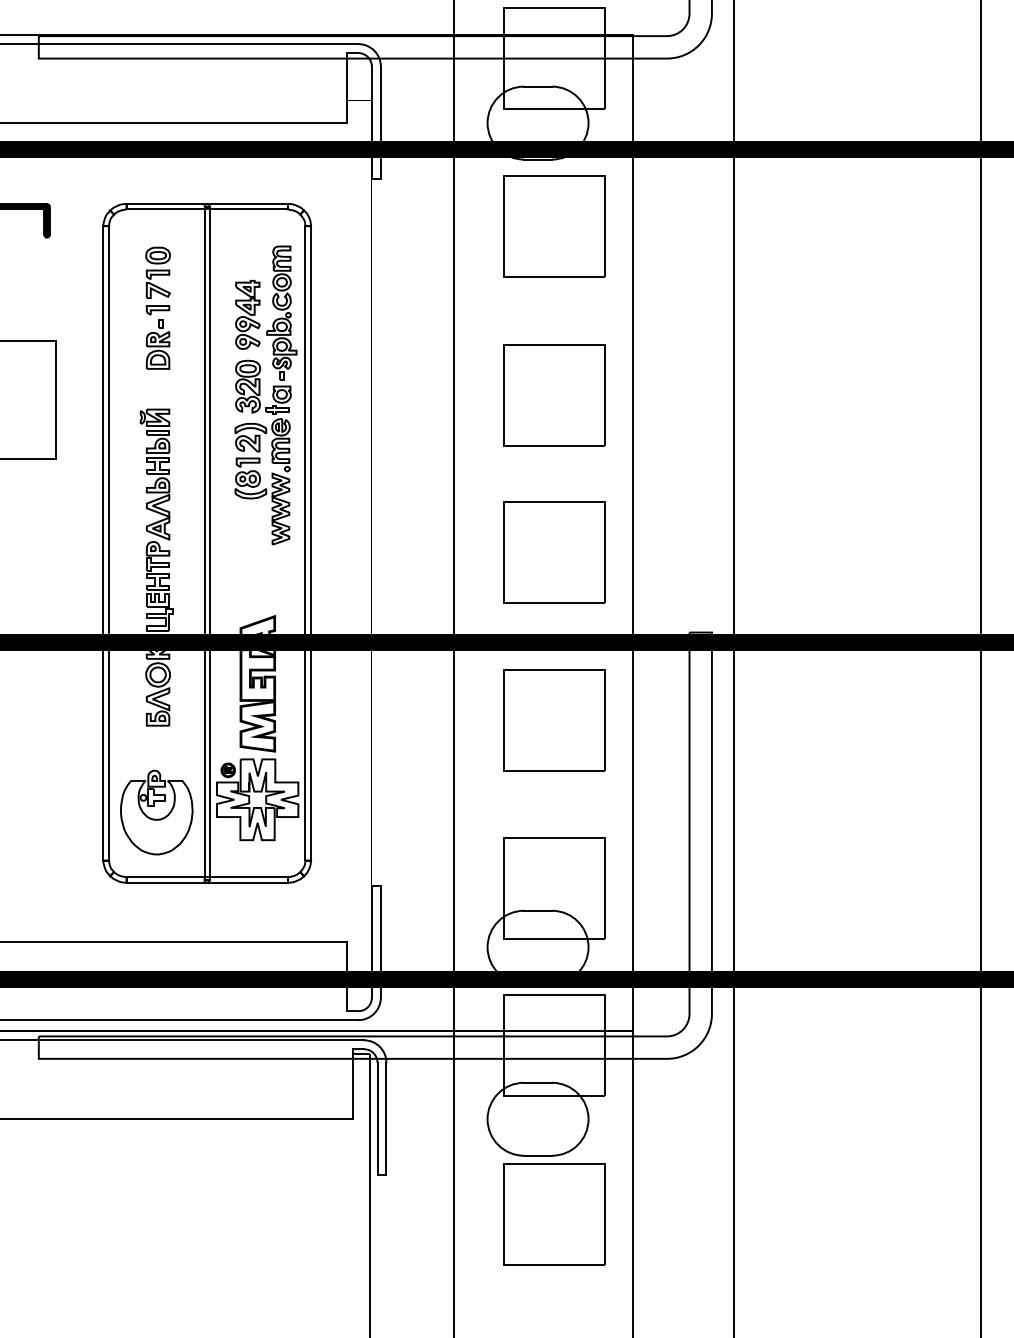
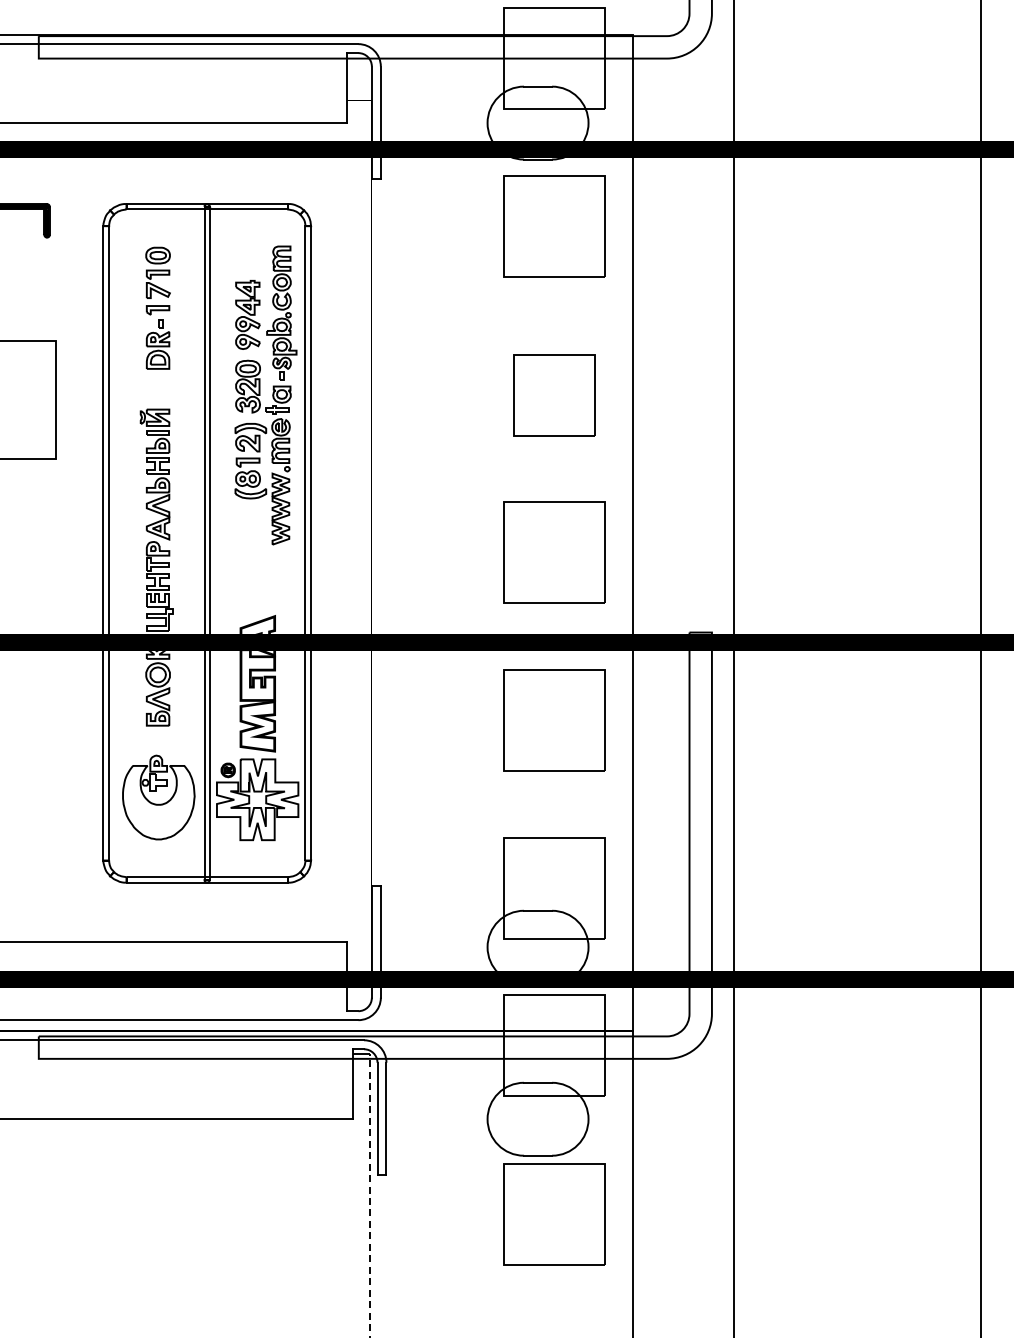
part at (554, 395) size: 103x103 px -> 83x83 px
line at (453, 668): present -> none
part at (156, 812) position: (156, 812) -> (158, 797)
line at (369, 1195): solid -> dashed
